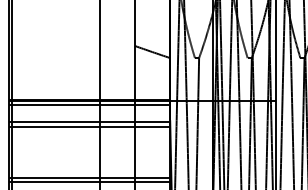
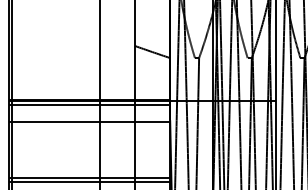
line at (89, 127): present -> none
